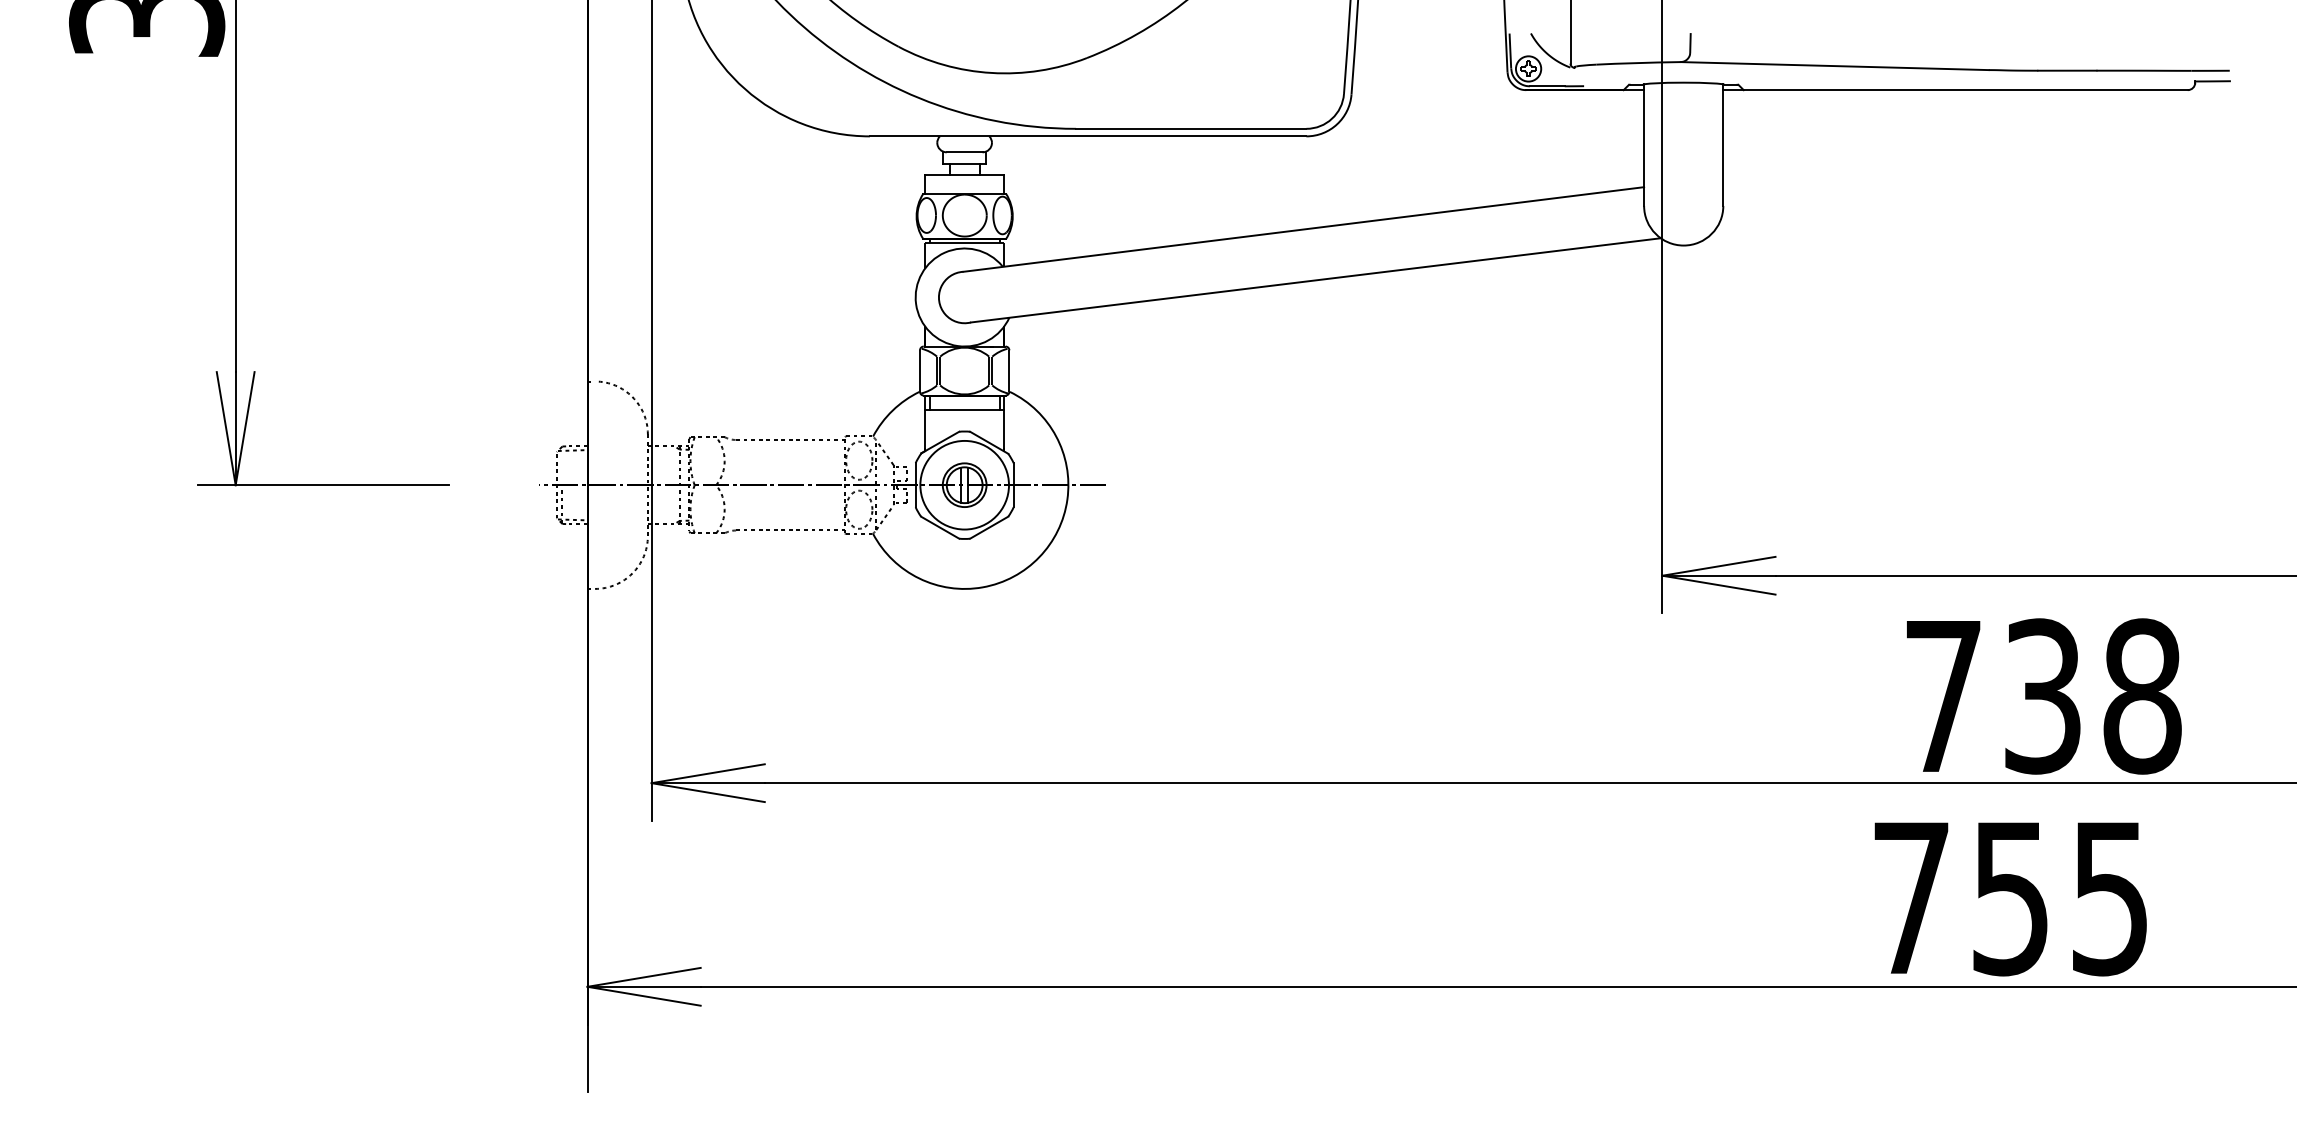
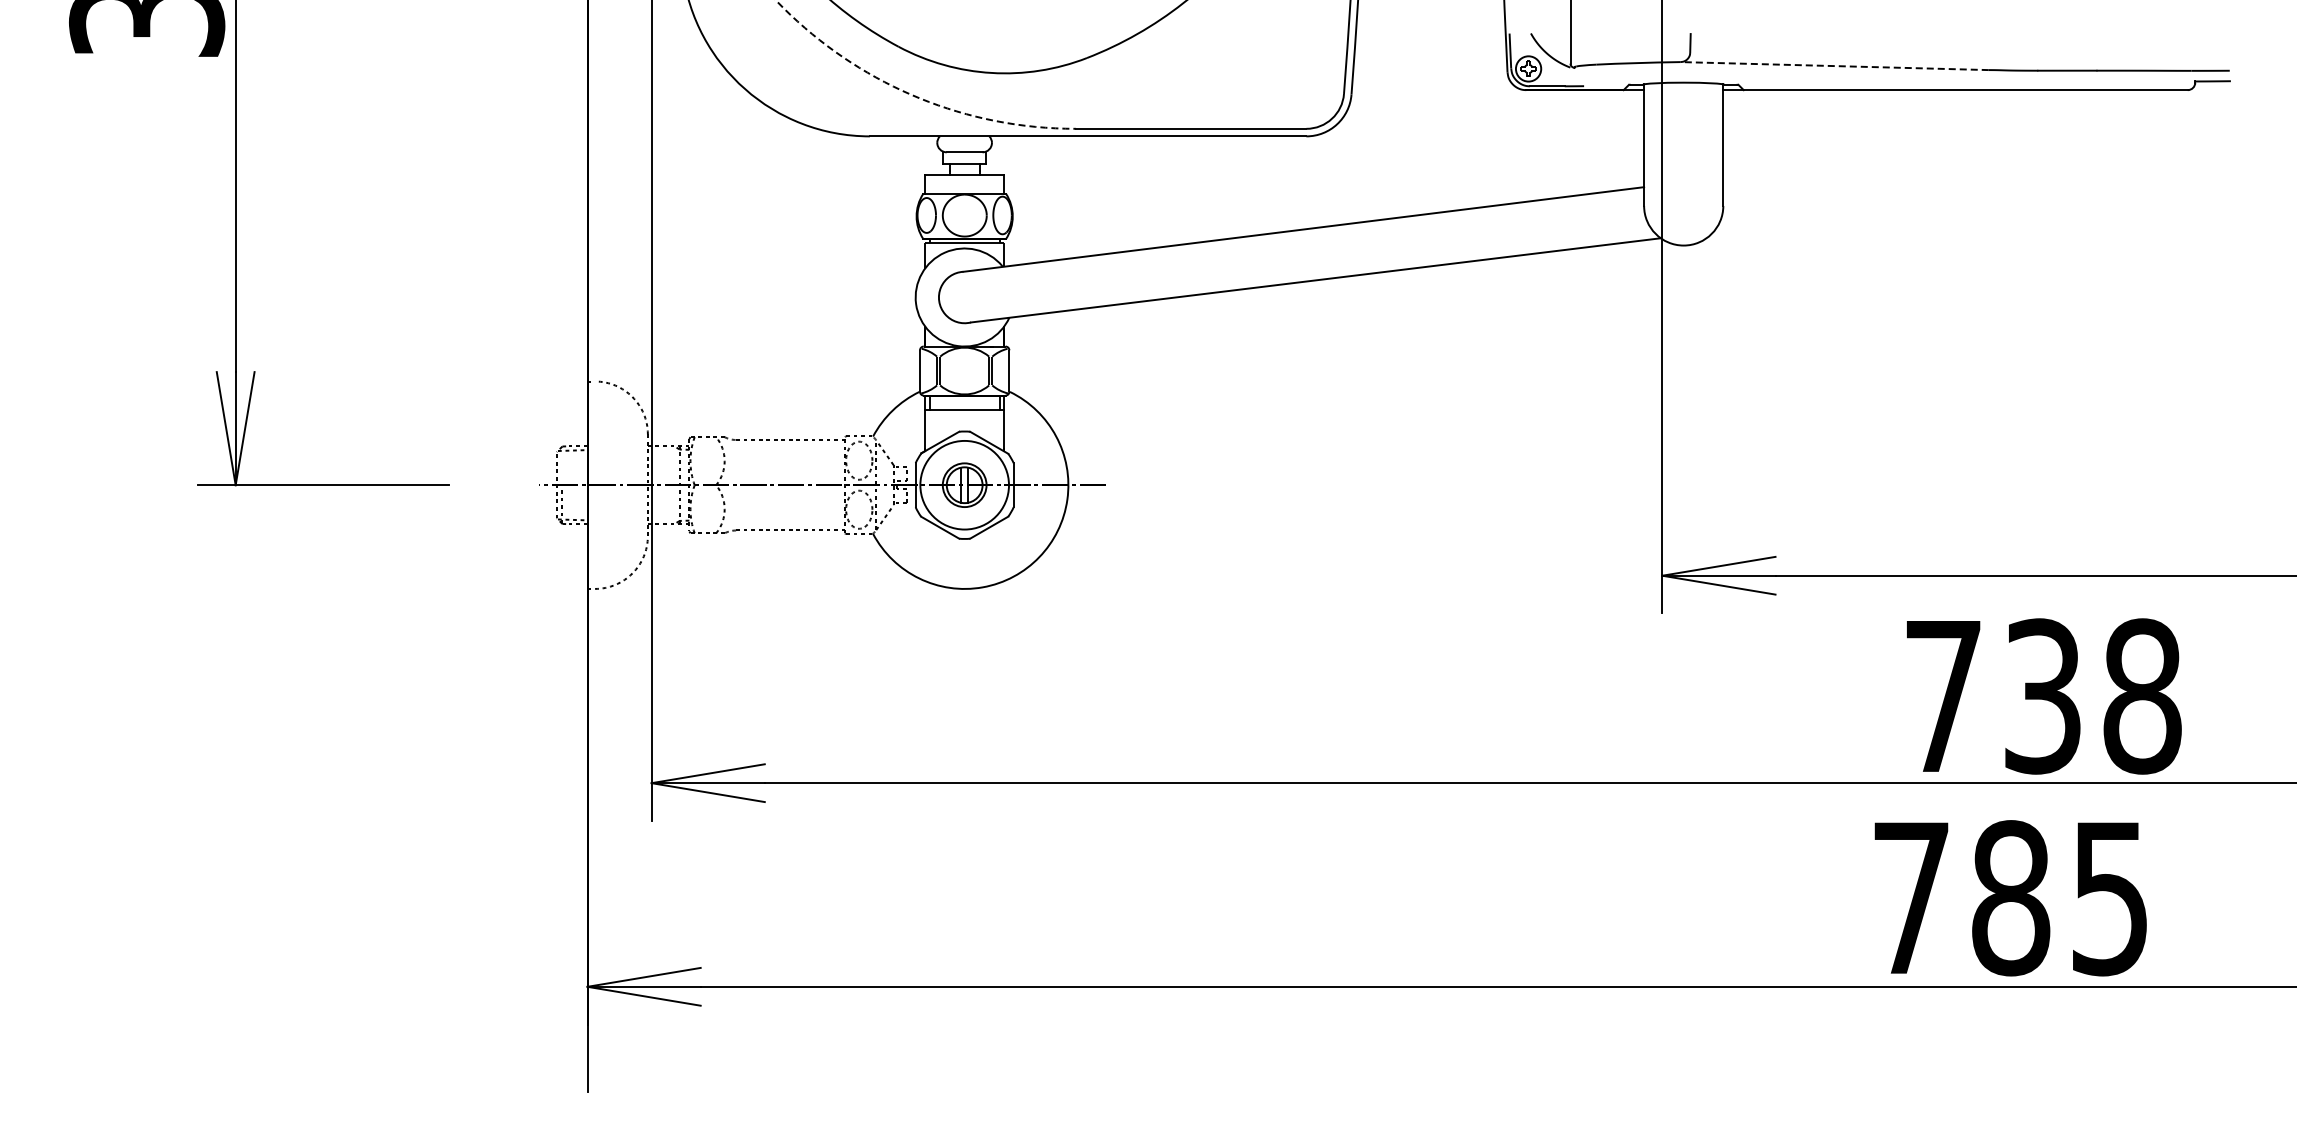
line at (1834, 66): solid -> dashed
arc at (911, 94): solid -> dashed
text at (2011, 898): 755 -> 785
